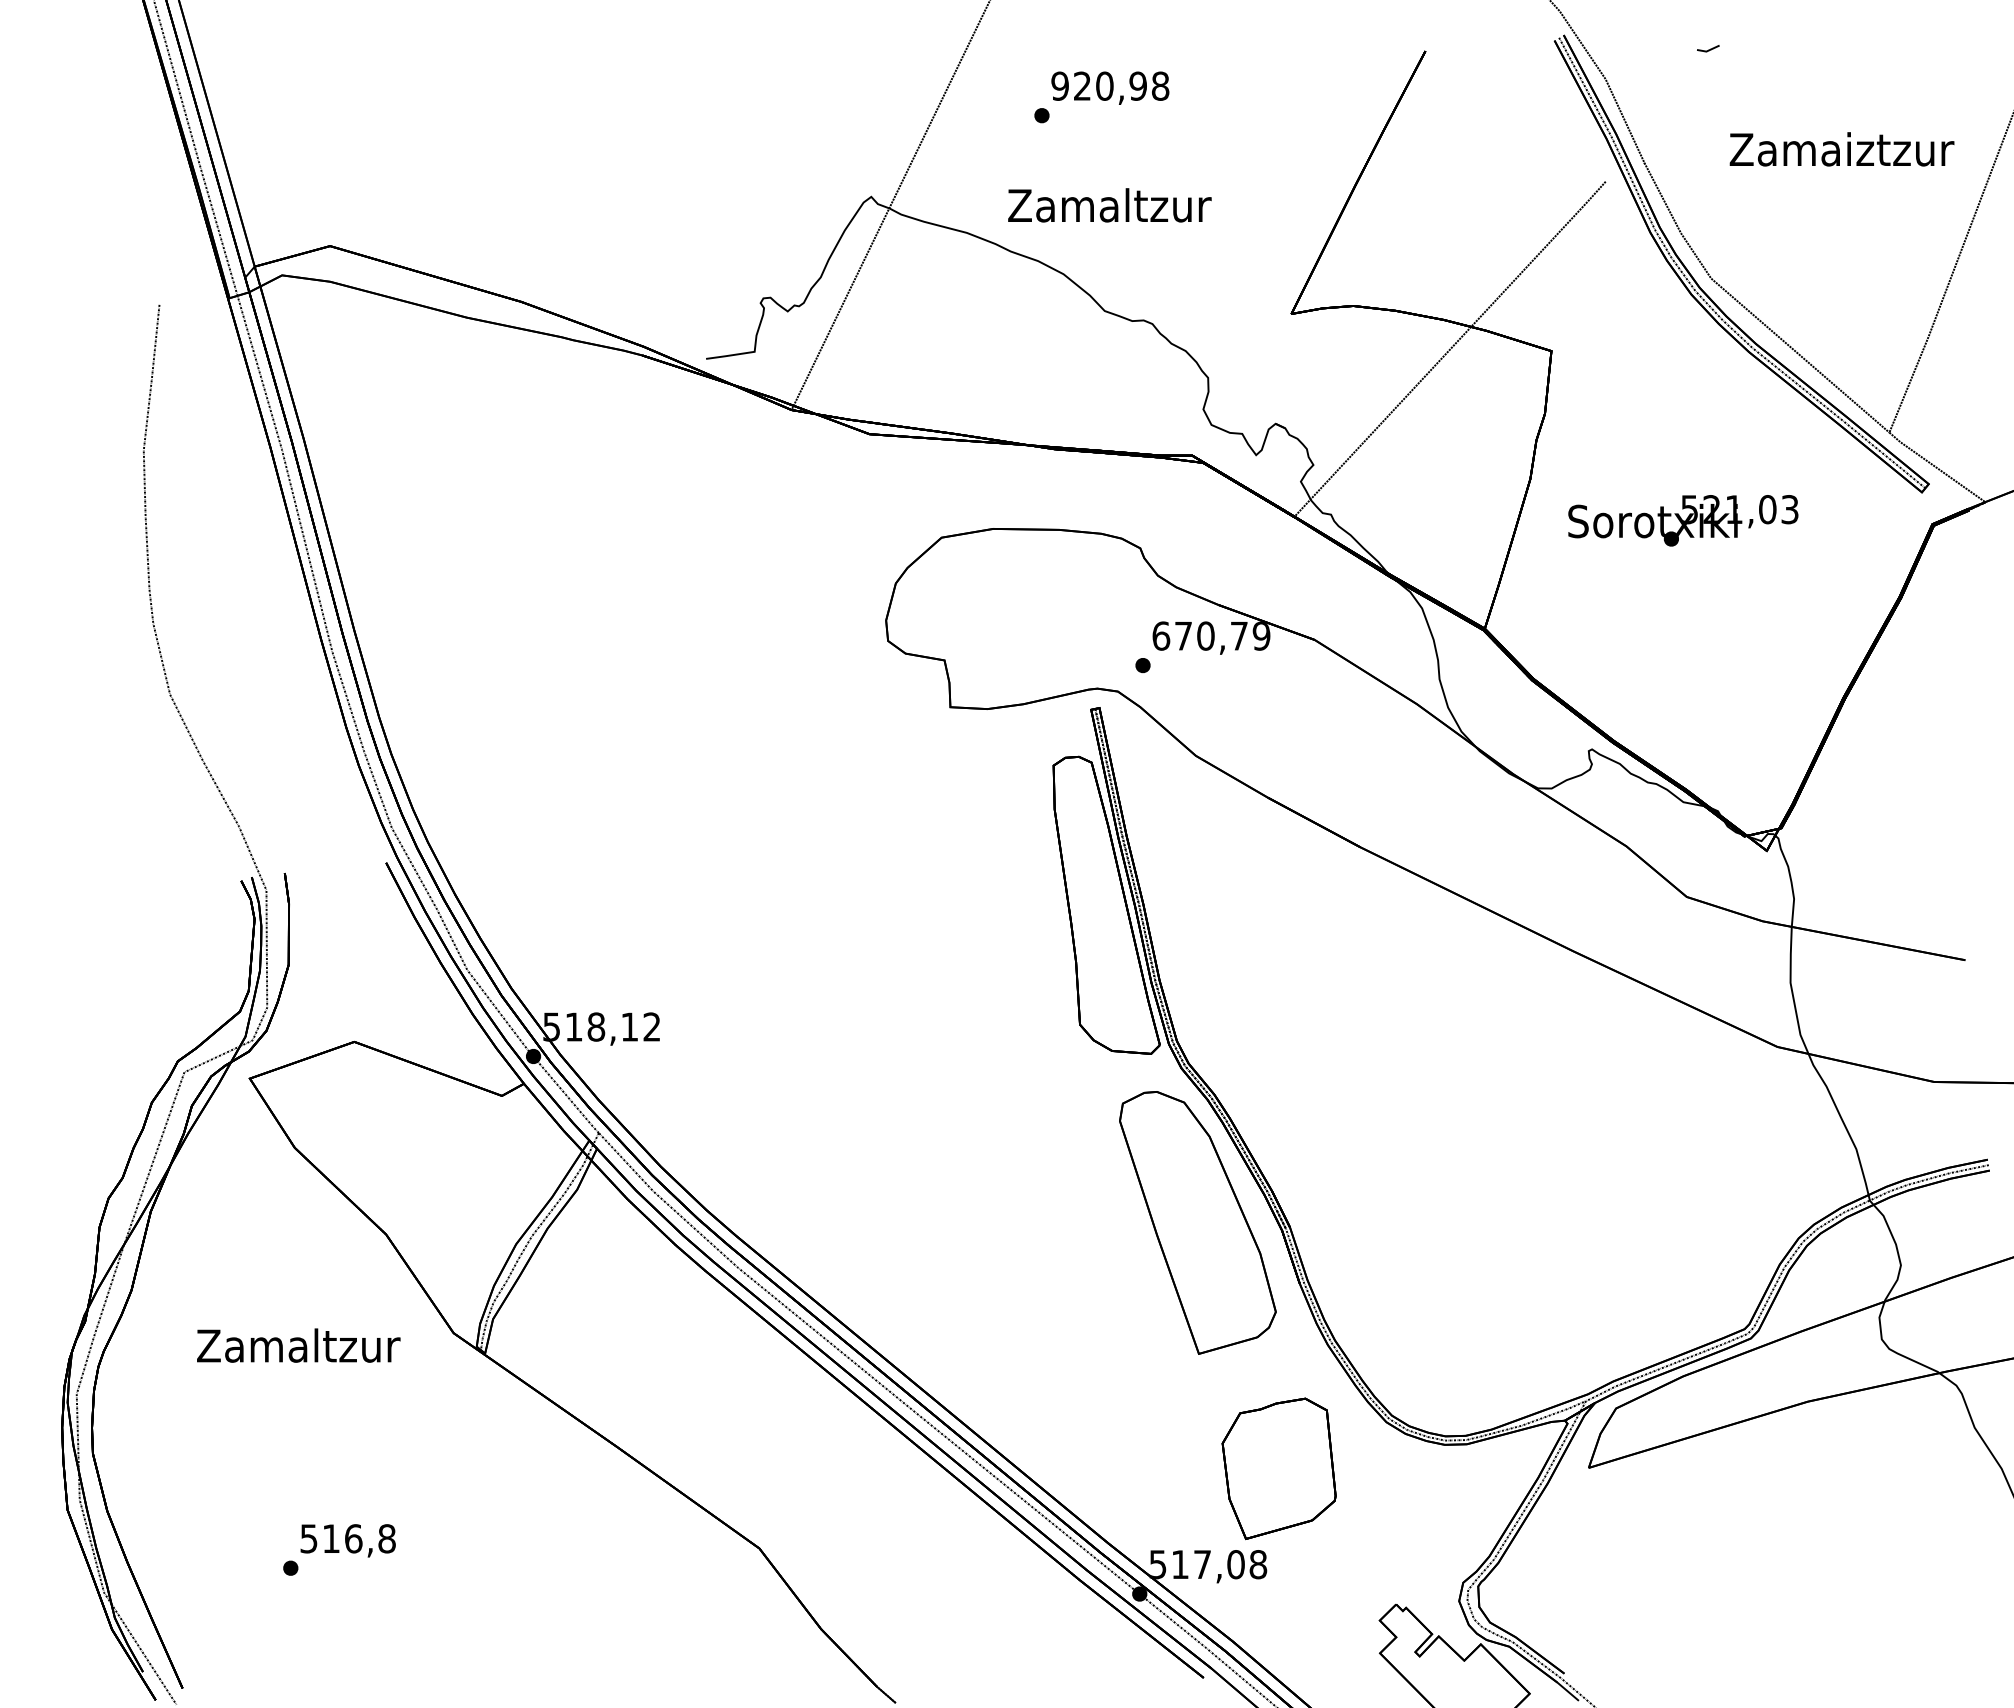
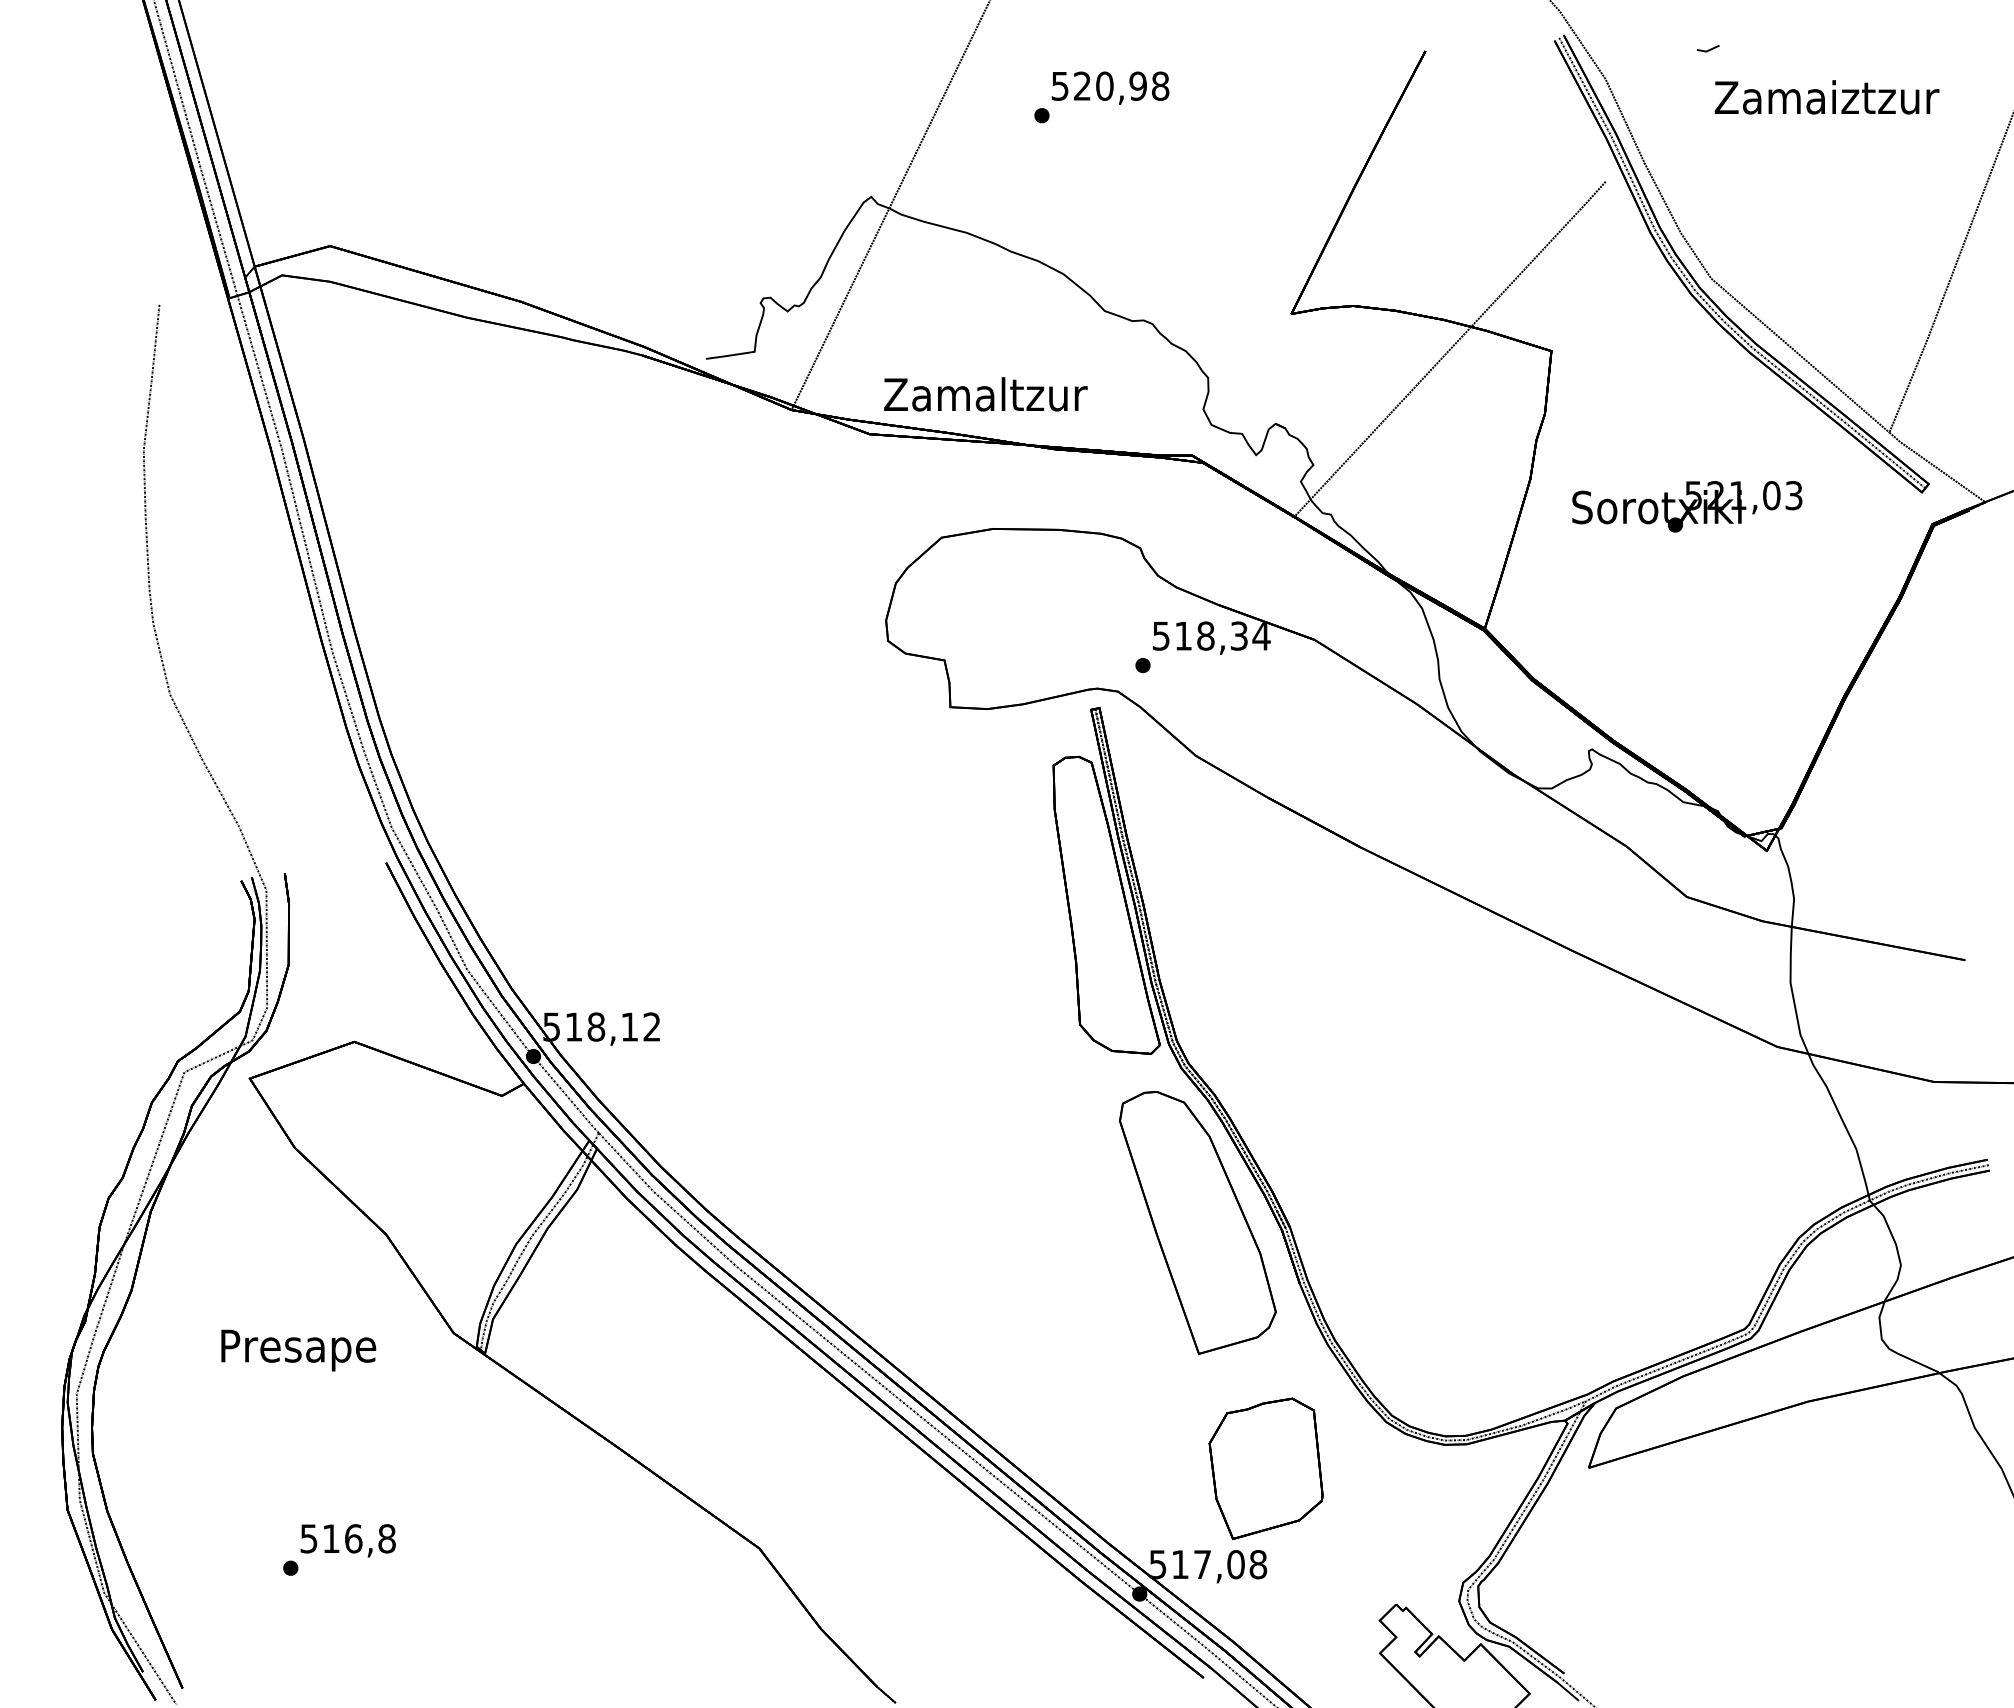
text at (1059, 85): 920,98 -> 520,98
text at (1841, 149) position: (1841, 149) -> (1826, 97)
text at (1109, 205) position: (1109, 205) -> (985, 394)
text at (1683, 520) position: (1683, 520) -> (1687, 506)
text at (1211, 635): 670,79 -> 518,34
text at (298, 1349): Zamaltzur -> Presape
part at (1278, 1468) position: (1278, 1468) -> (1265, 1468)
